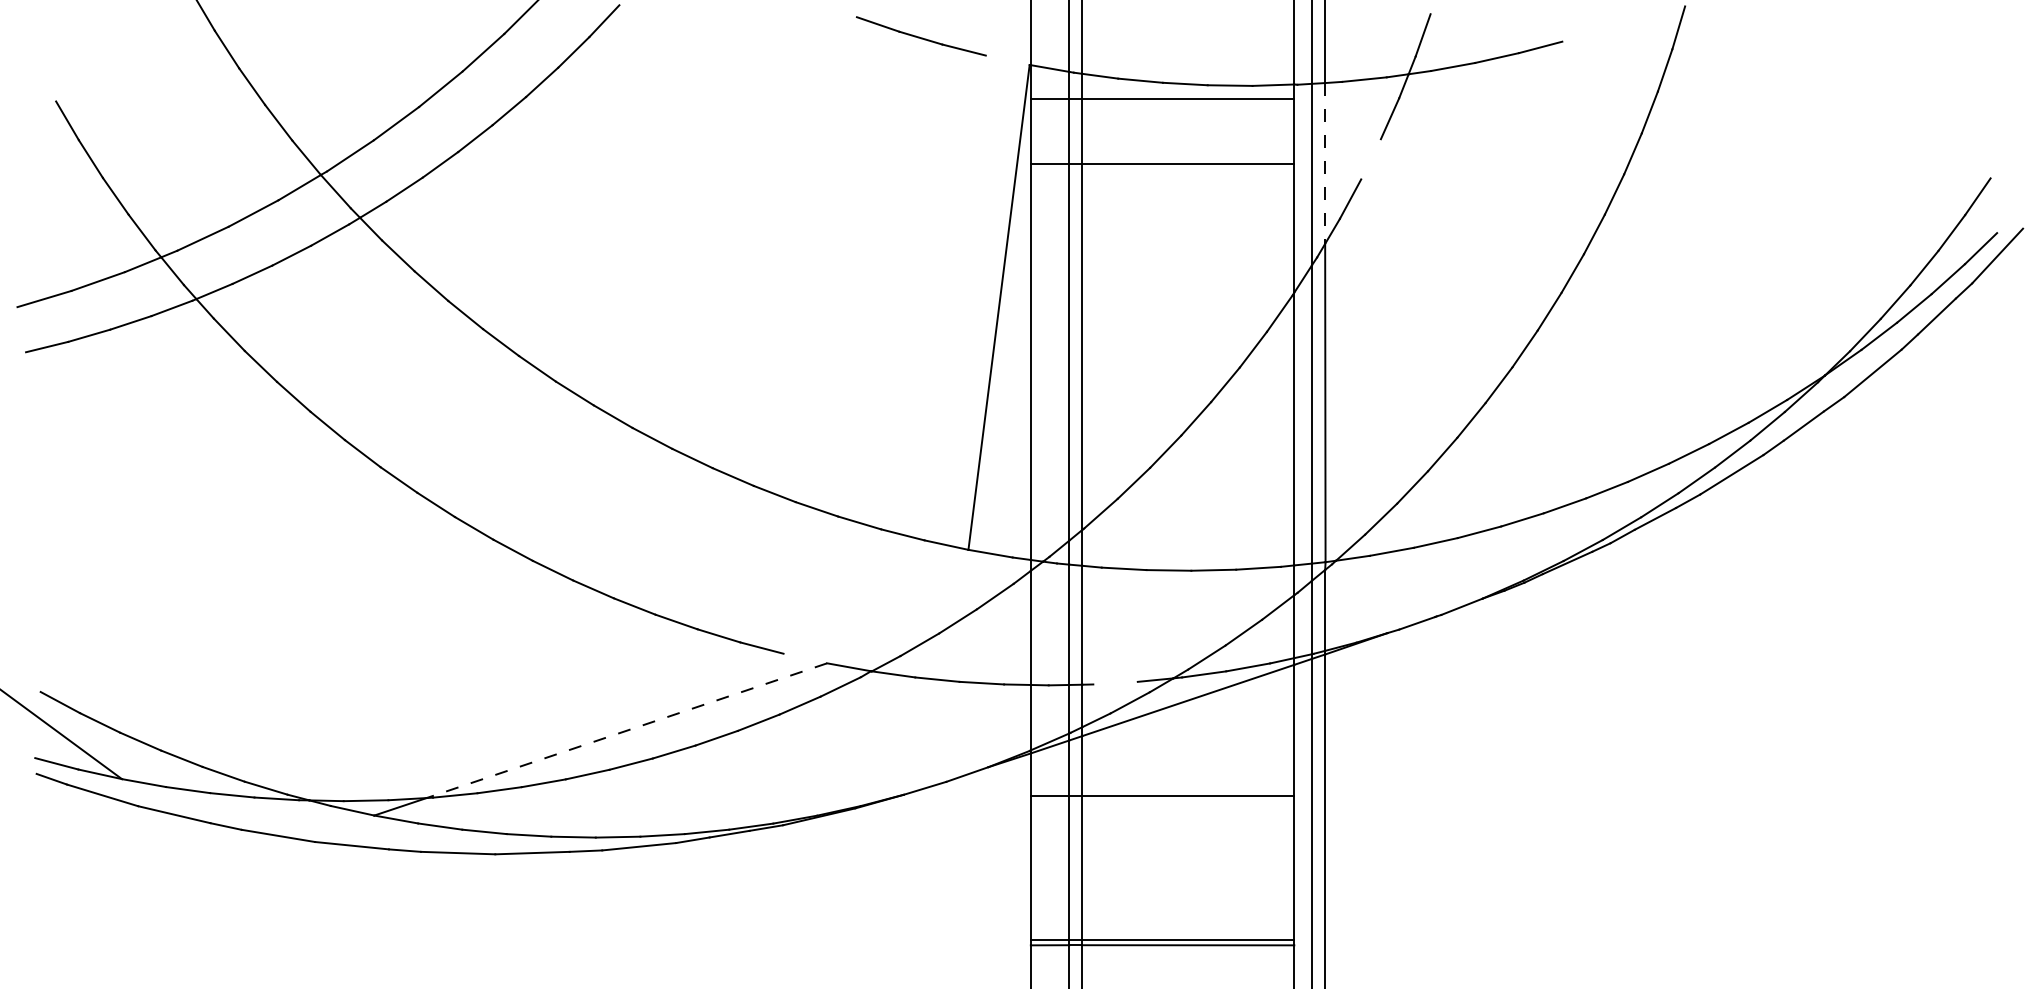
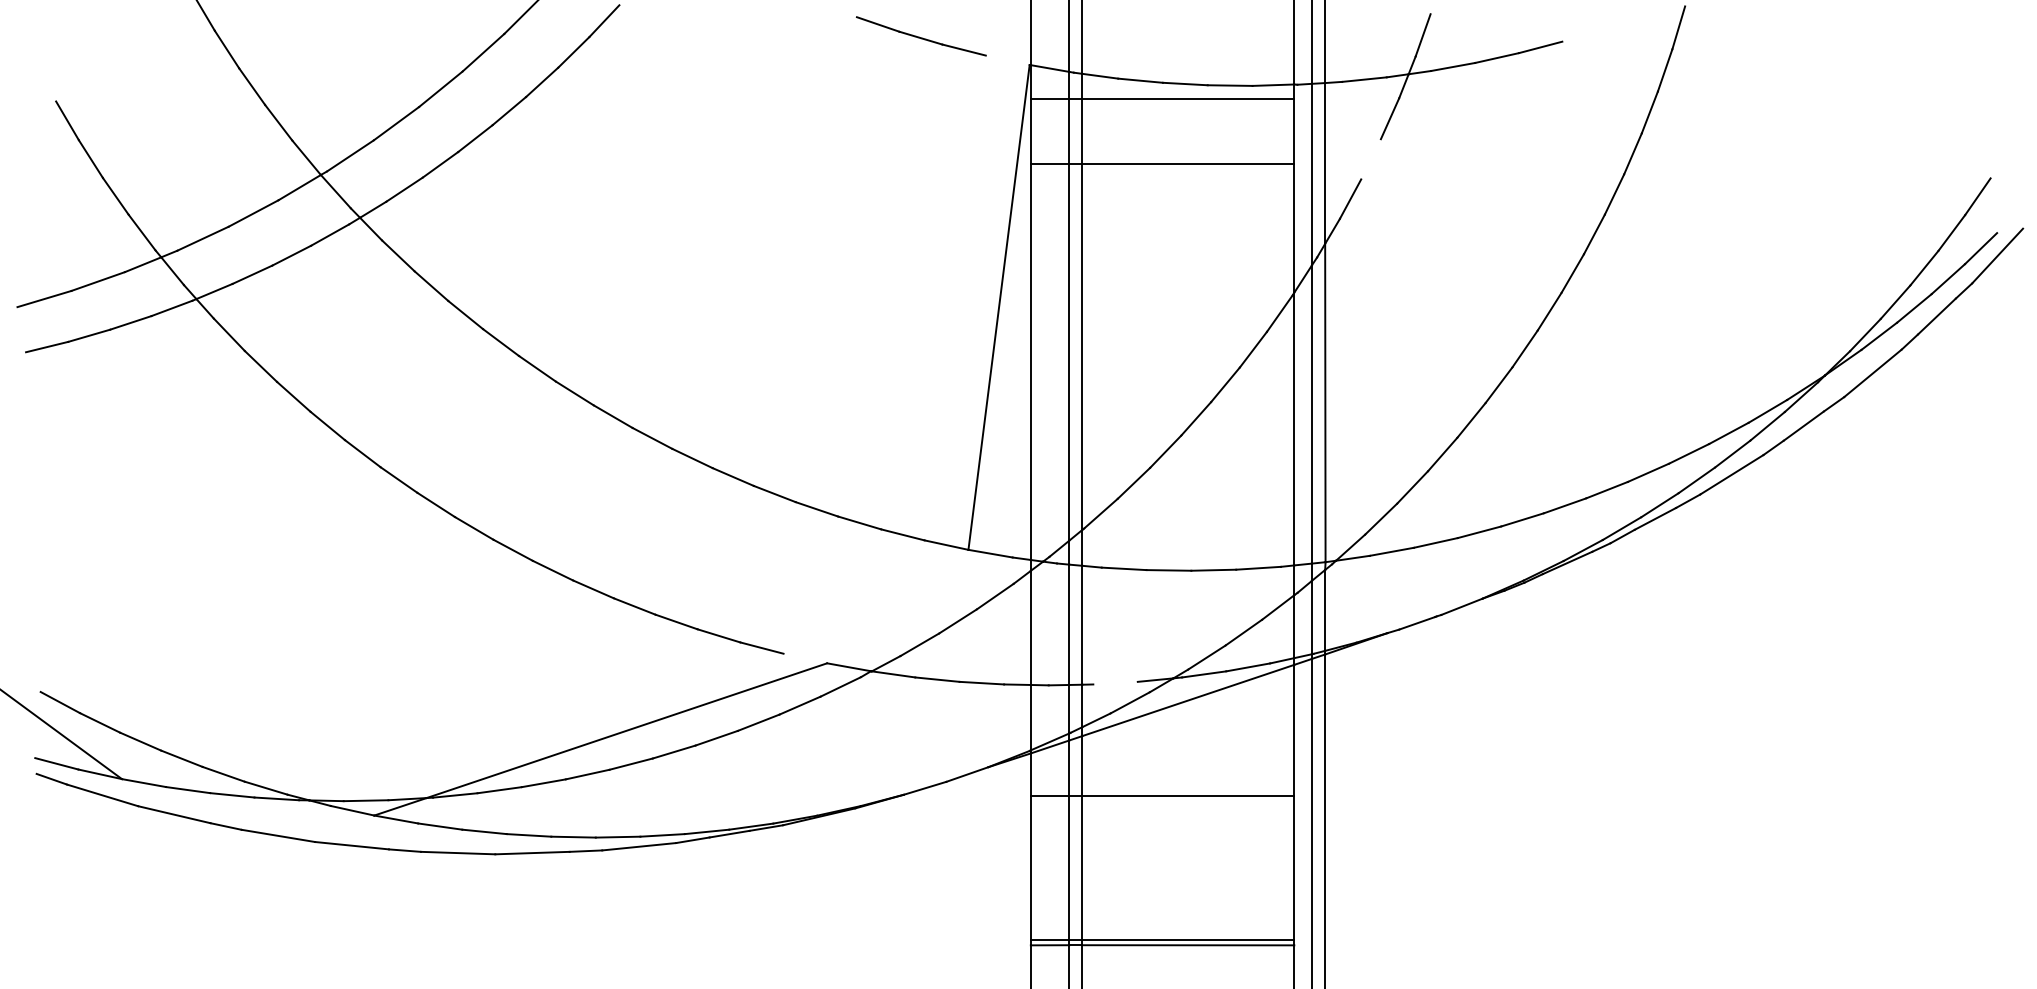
line at (1325, 163): dashed -> solid
line at (626, 730): dashed -> solid
